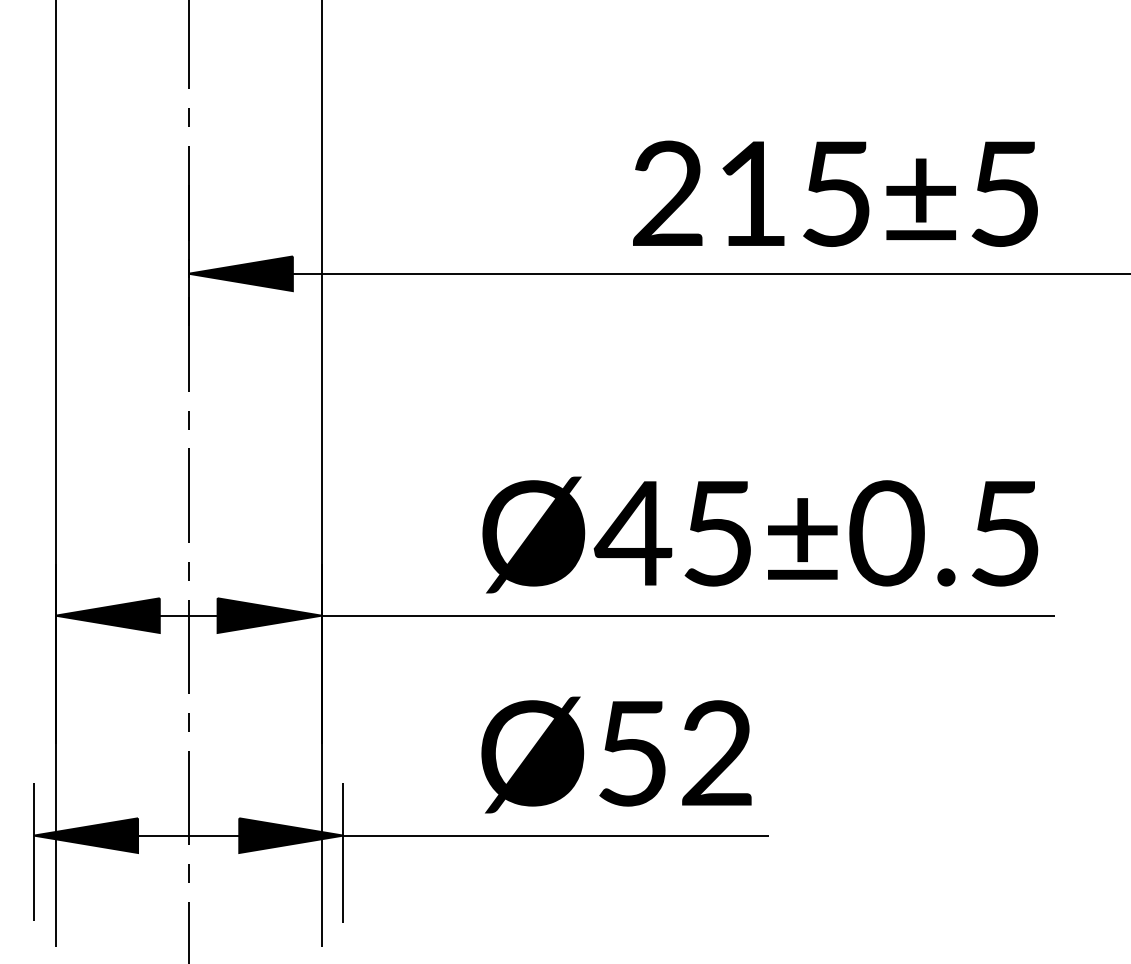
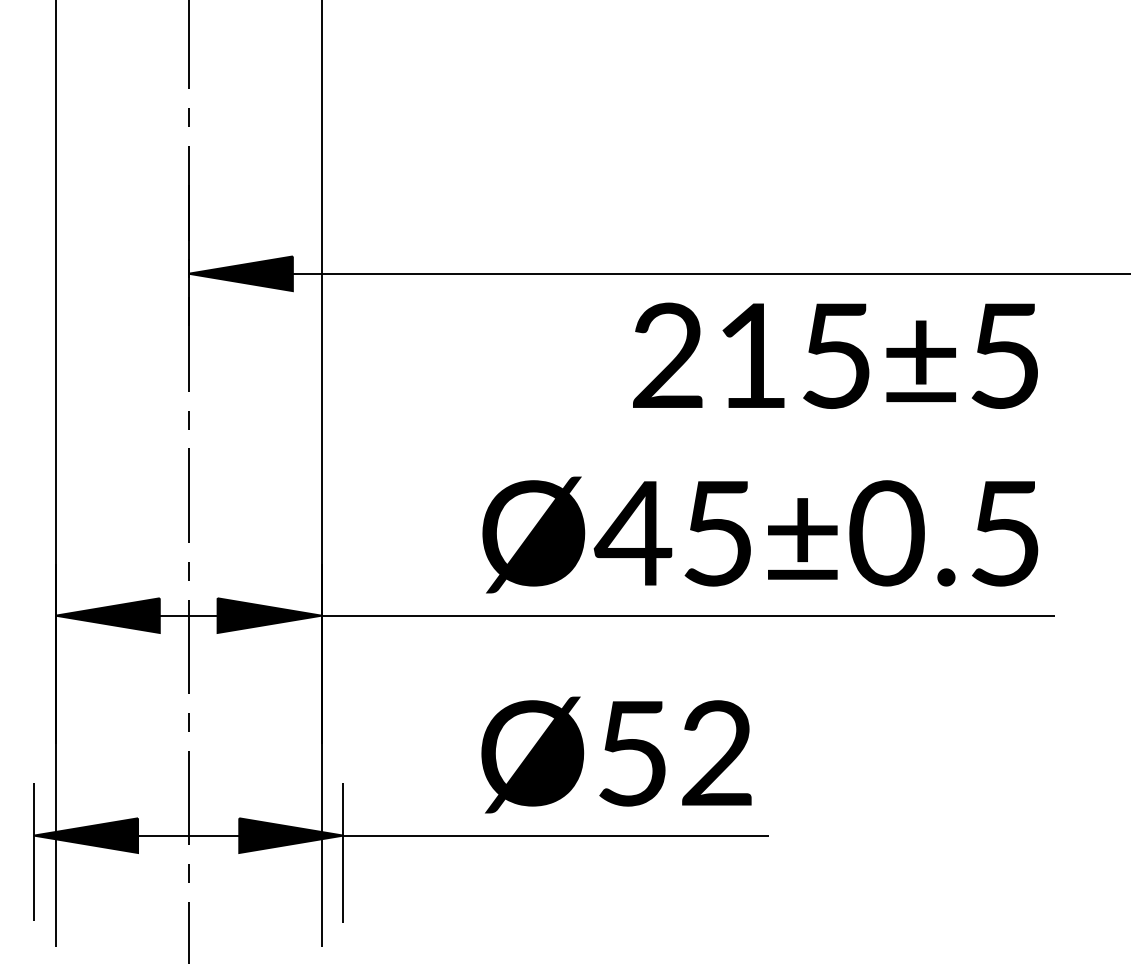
text at (835, 193) position: (835, 193) -> (835, 355)
